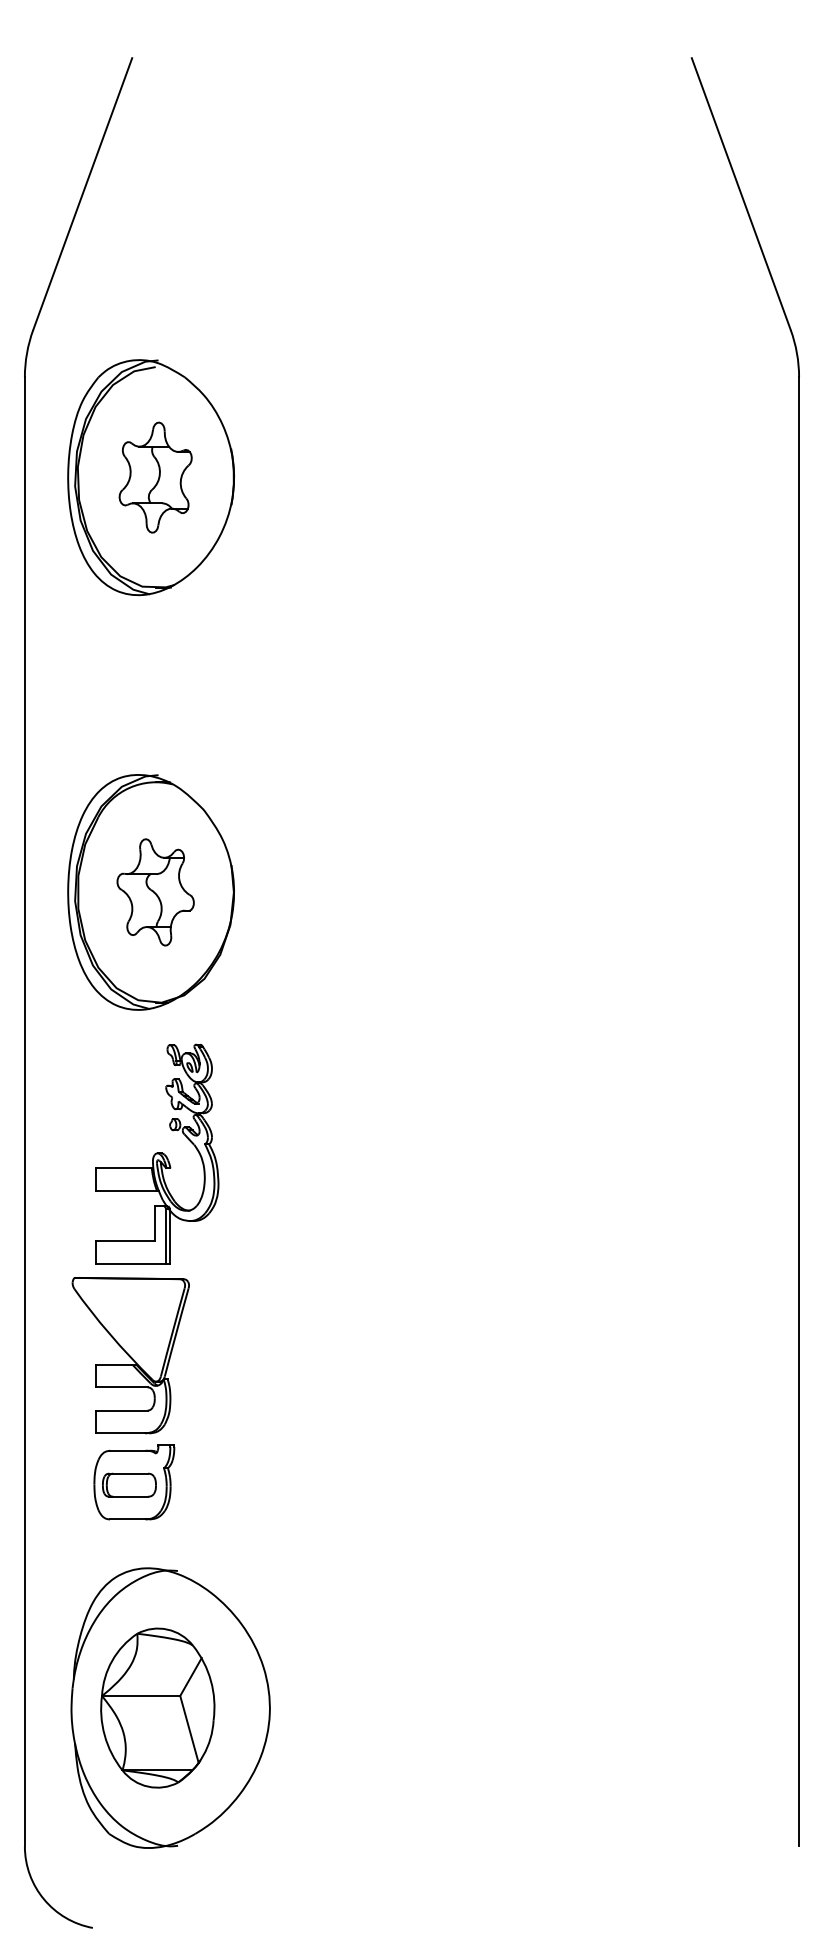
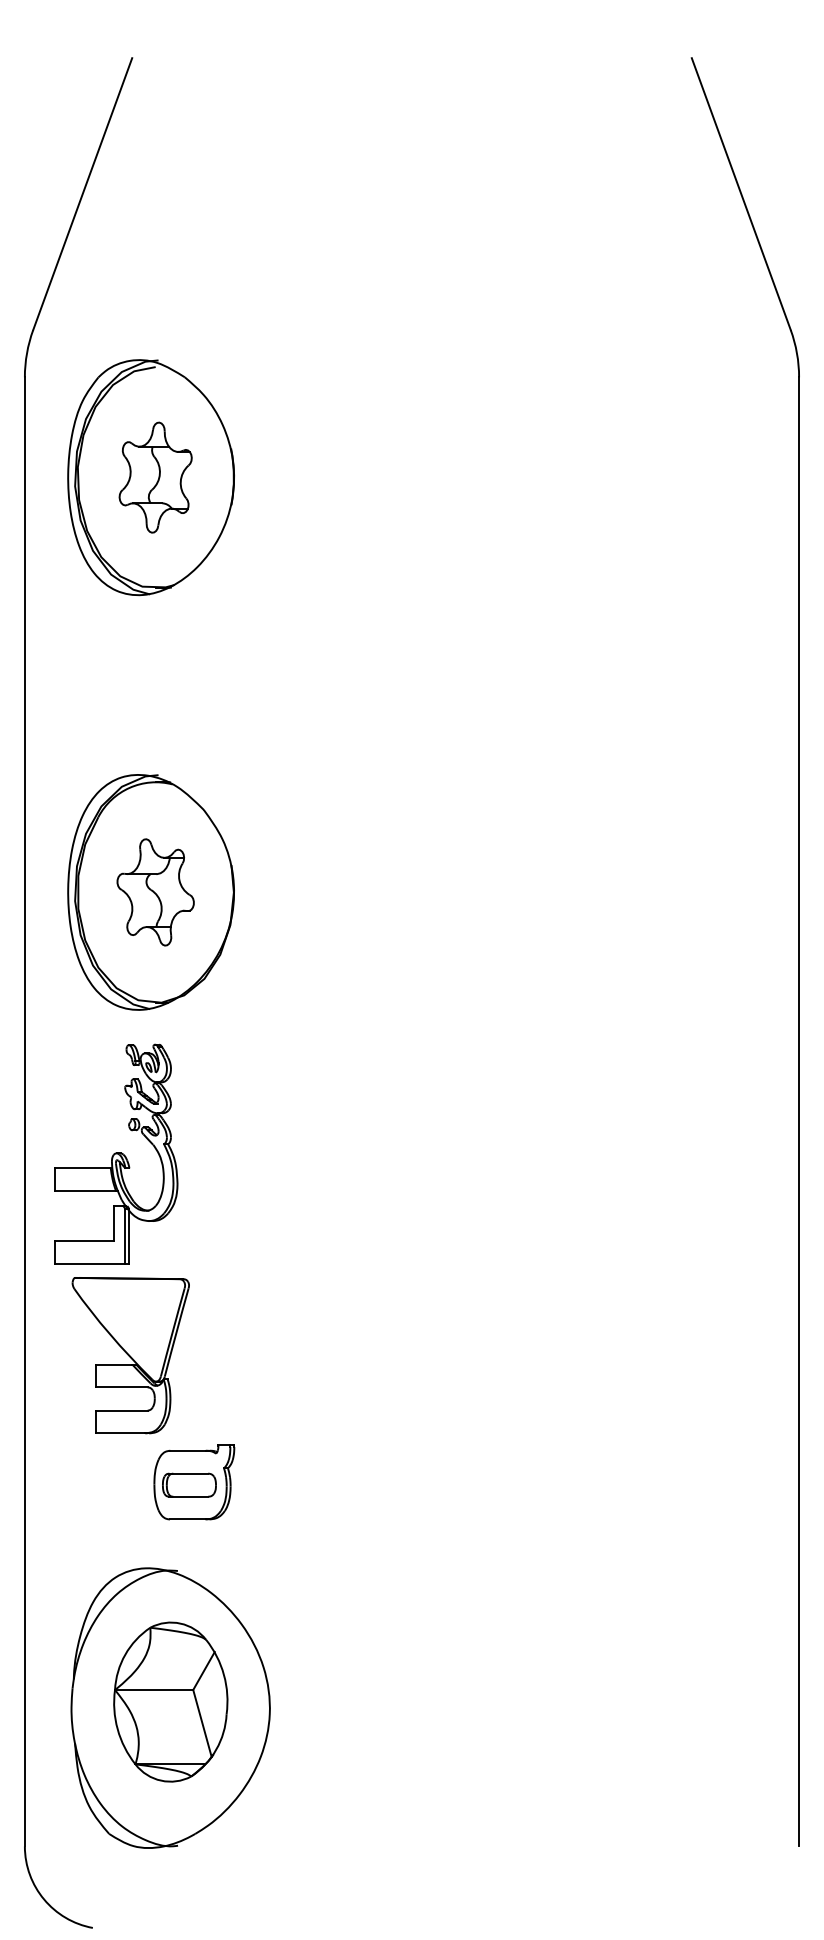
part at (157, 1153) position: (157, 1153) -> (116, 1153)
part at (134, 1482) position: (134, 1482) -> (194, 1482)
part at (157, 1707) position: (157, 1707) -> (170, 1701)
